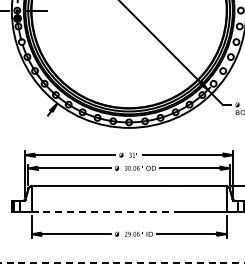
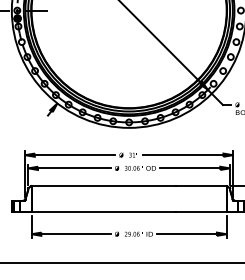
line at (104, 212): dashed -> solid
line at (122, 262): dashed -> solid
